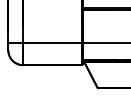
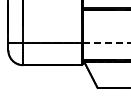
line at (106, 42): solid -> dashed
